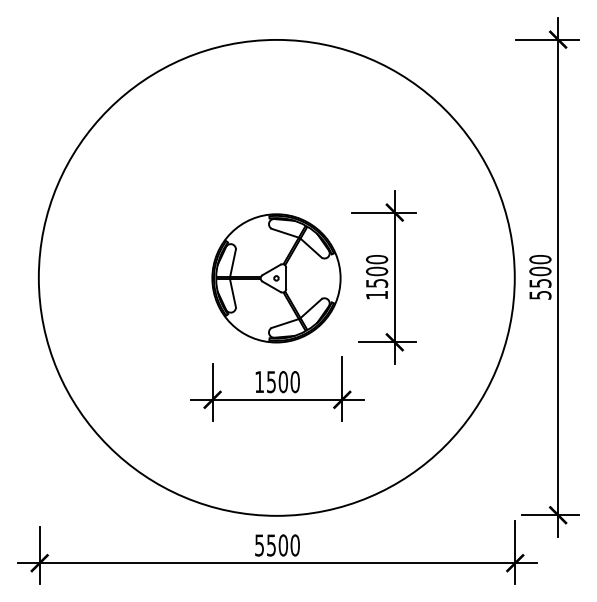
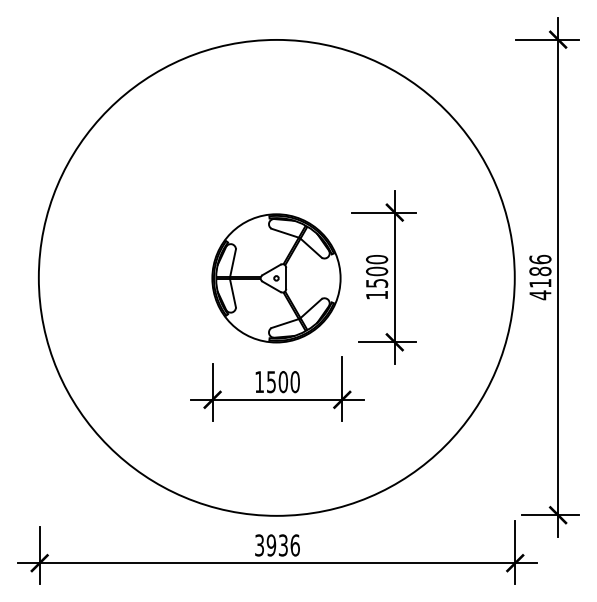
text at (540, 277): 5500 -> 4186
text at (277, 545): 5500 -> 3936
